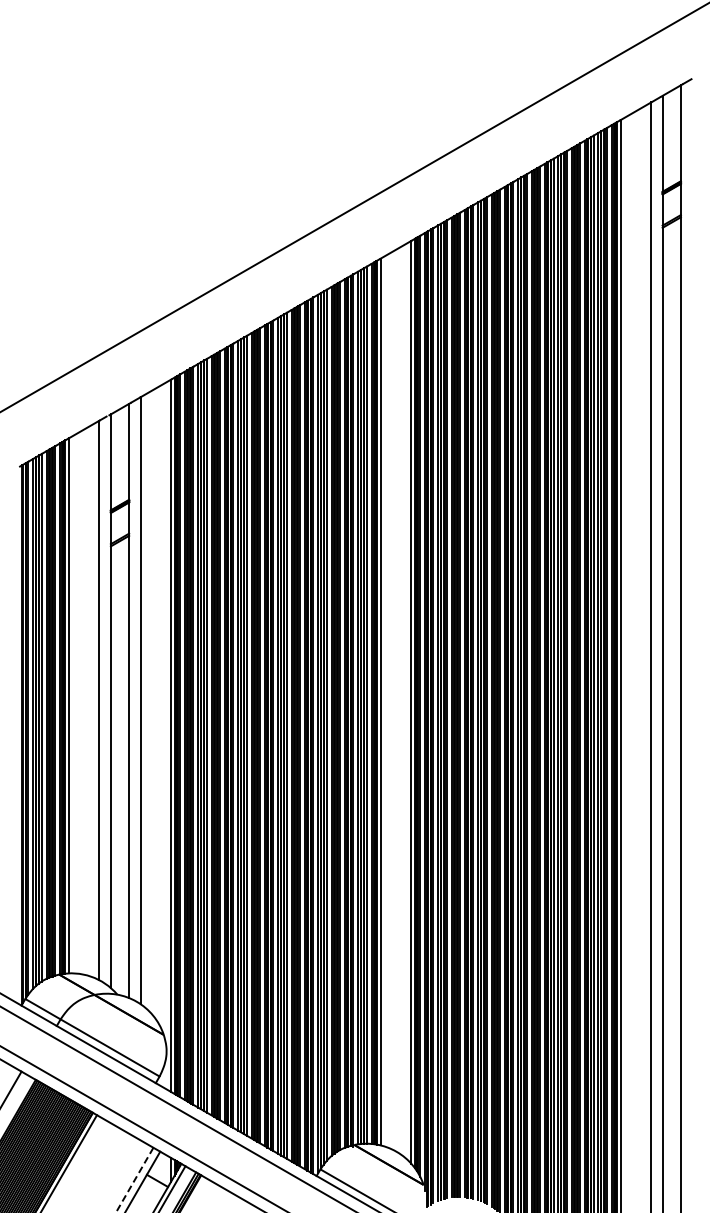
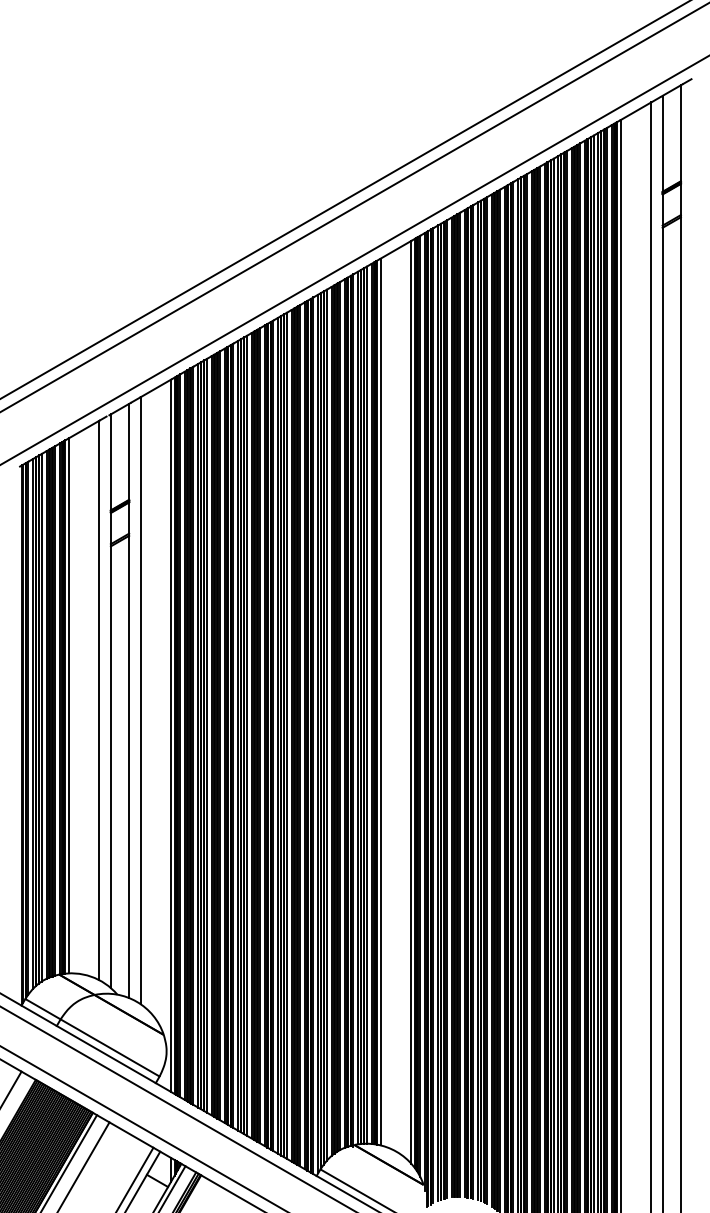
line at (344, 199): none -> present
line at (354, 260): none -> present
line at (84, 1165): none -> present
line at (134, 1180): dashed -> solid
